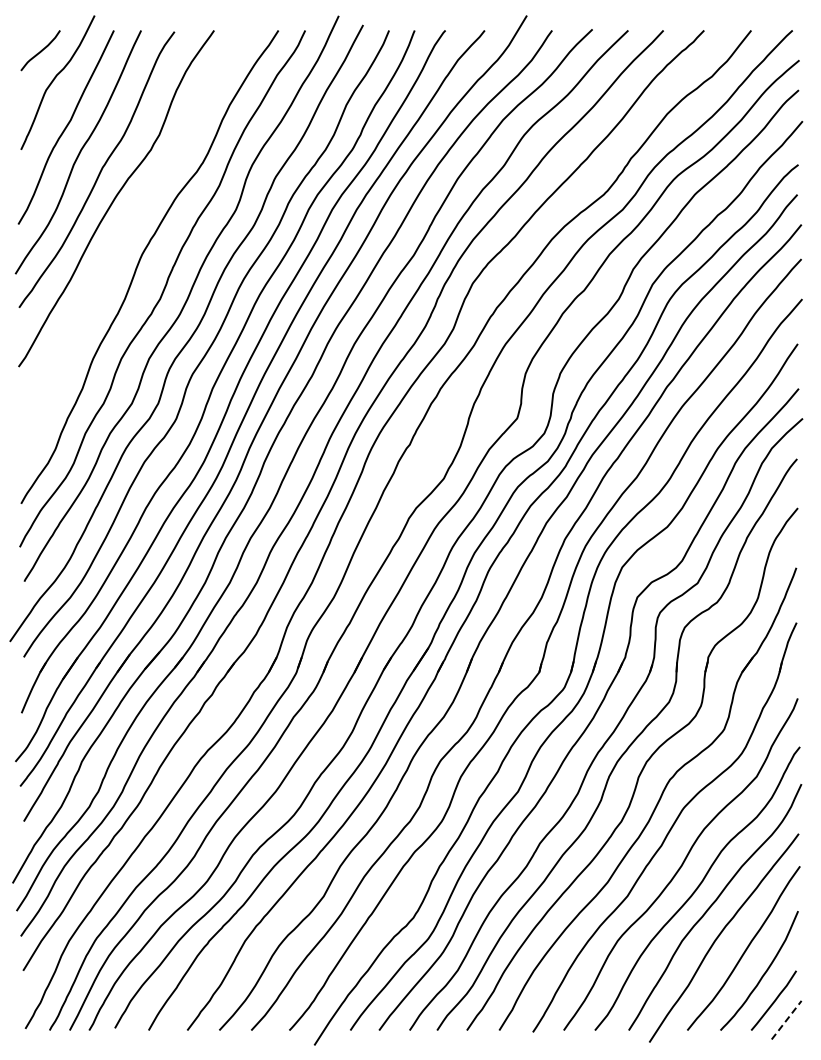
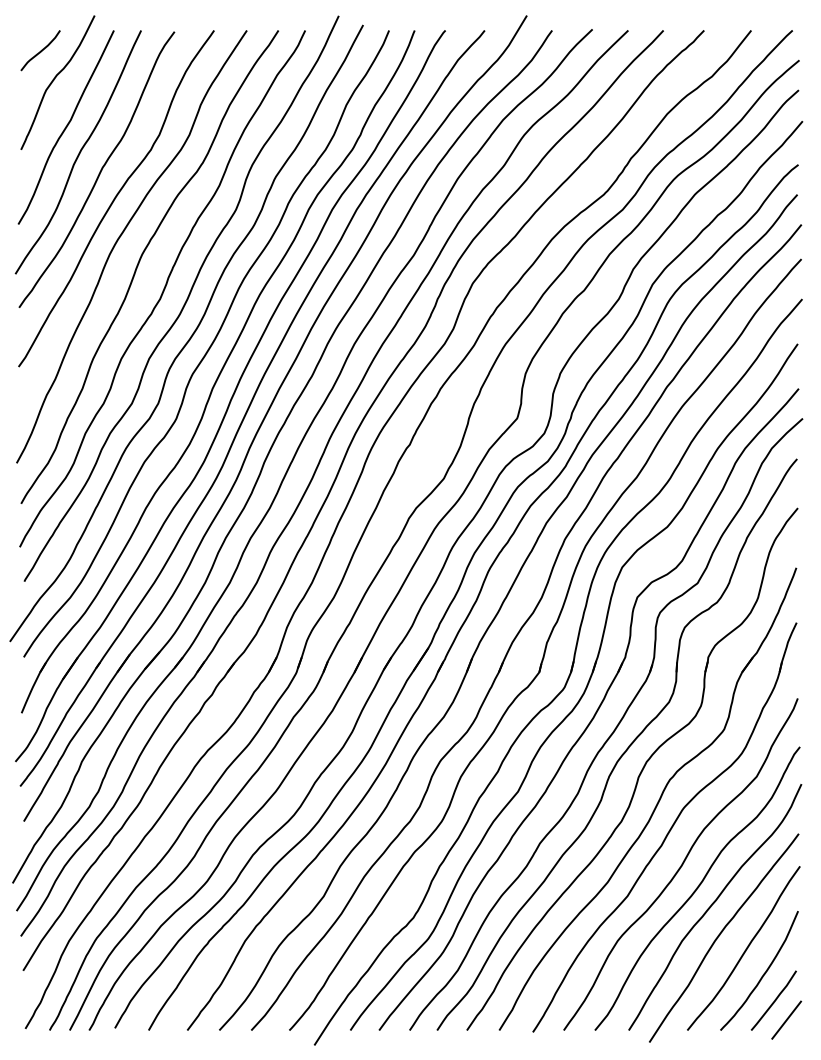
curve at (119, 239): none -> present
line at (786, 1019): dashed -> solid
